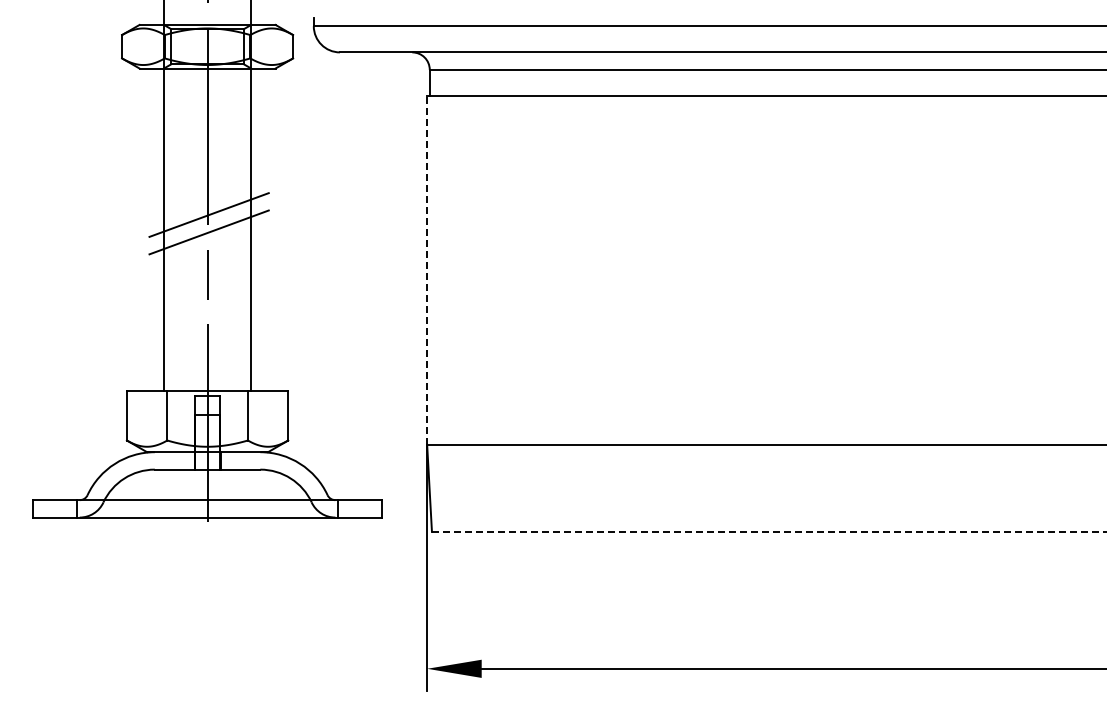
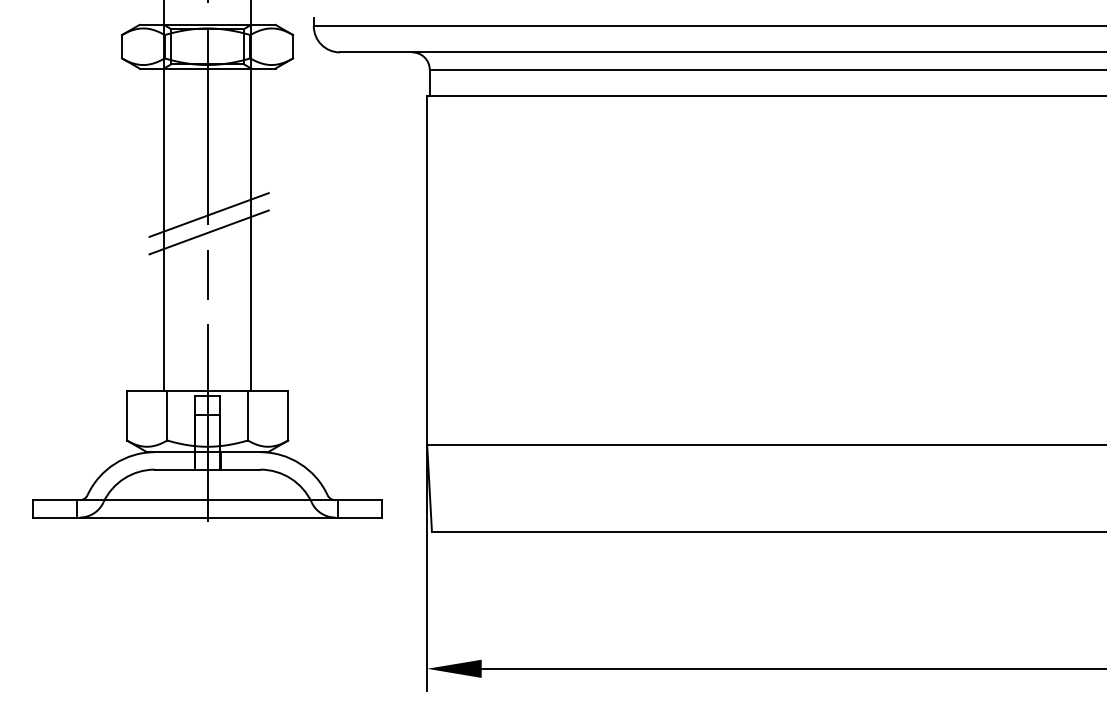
line at (427, 269): dashed -> solid
line at (768, 531): dashed -> solid
